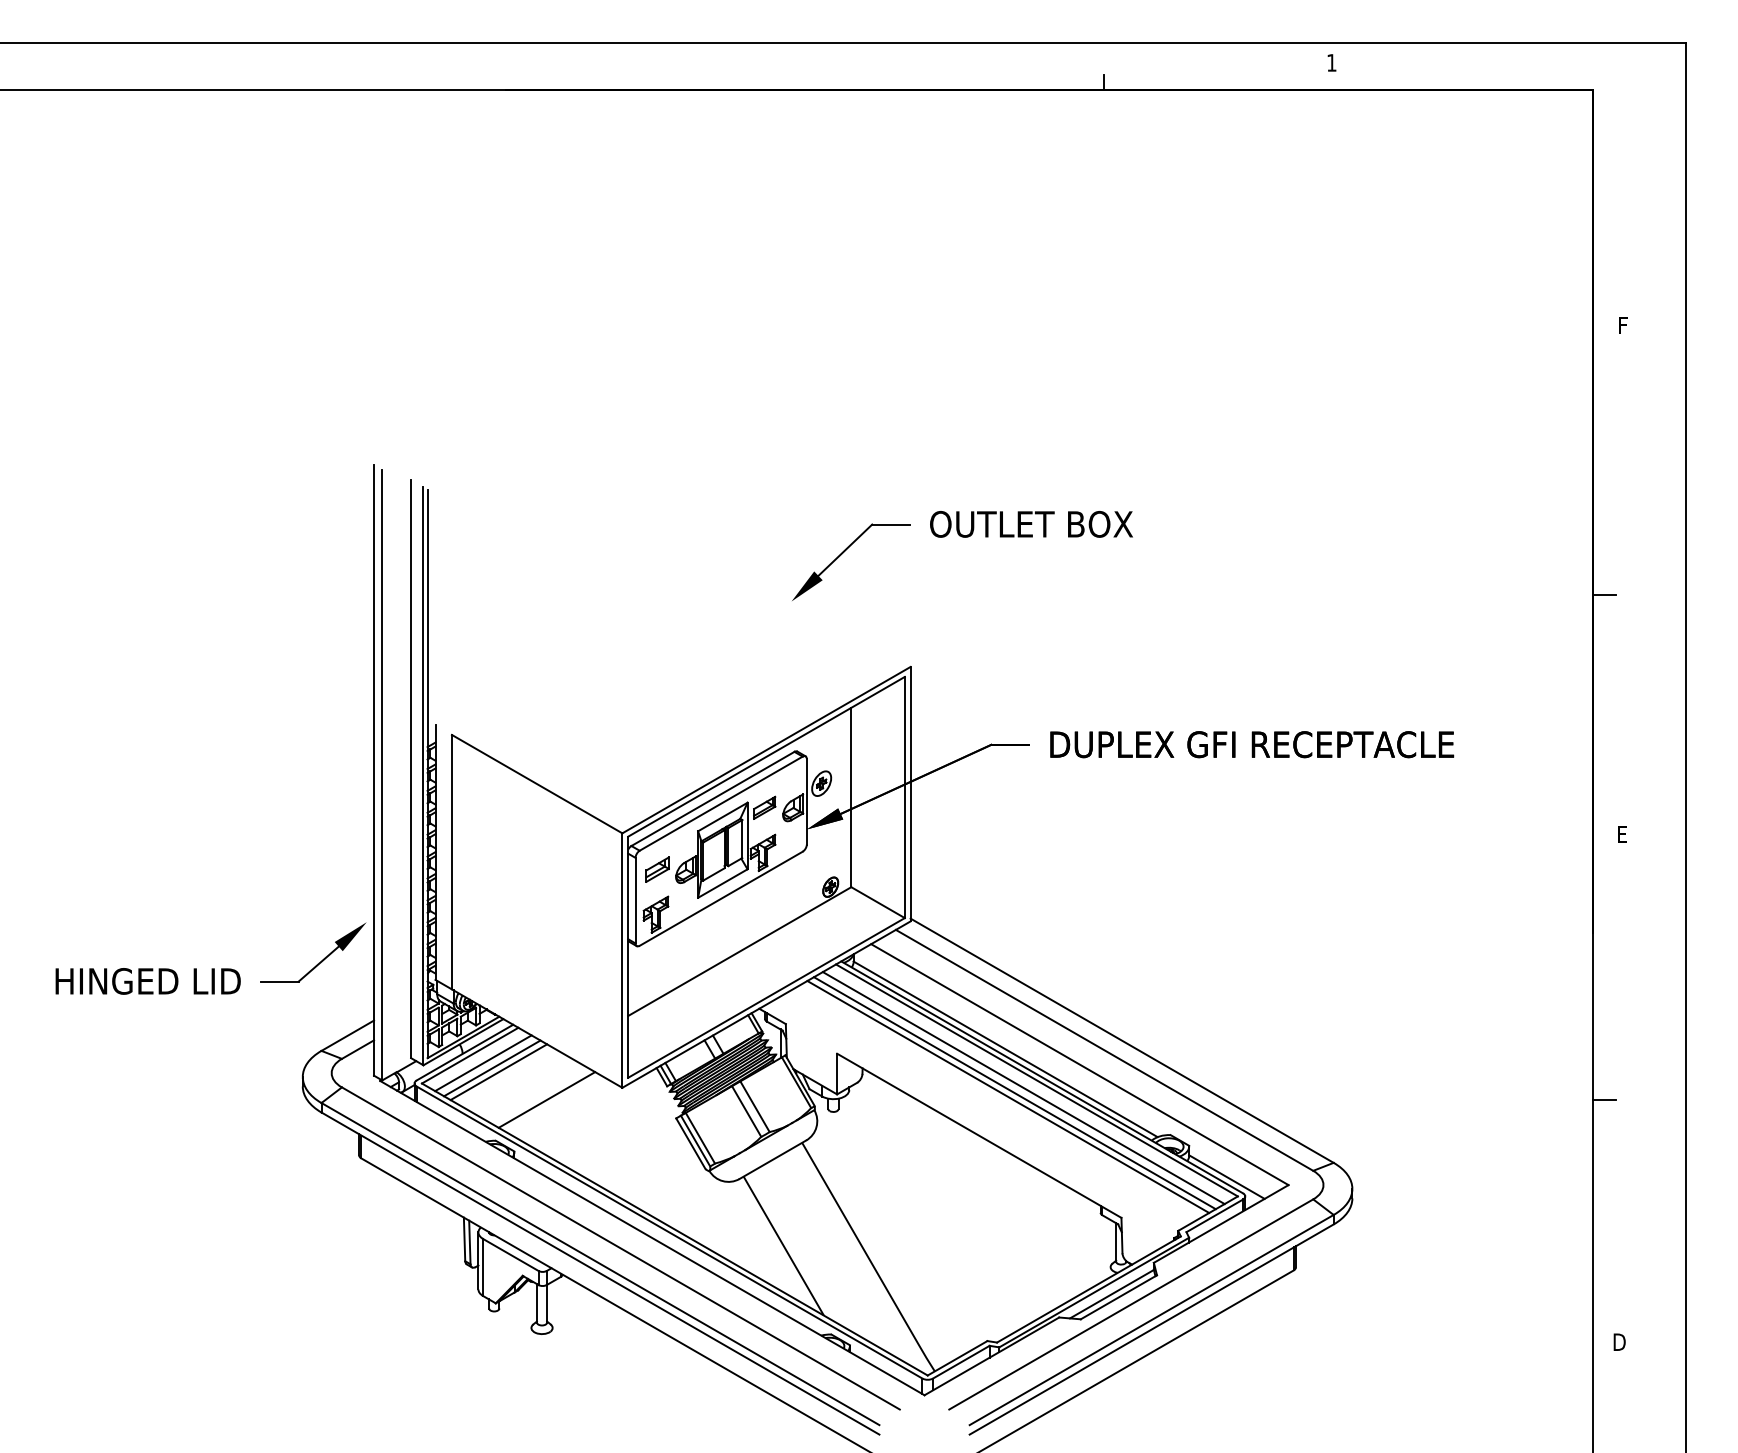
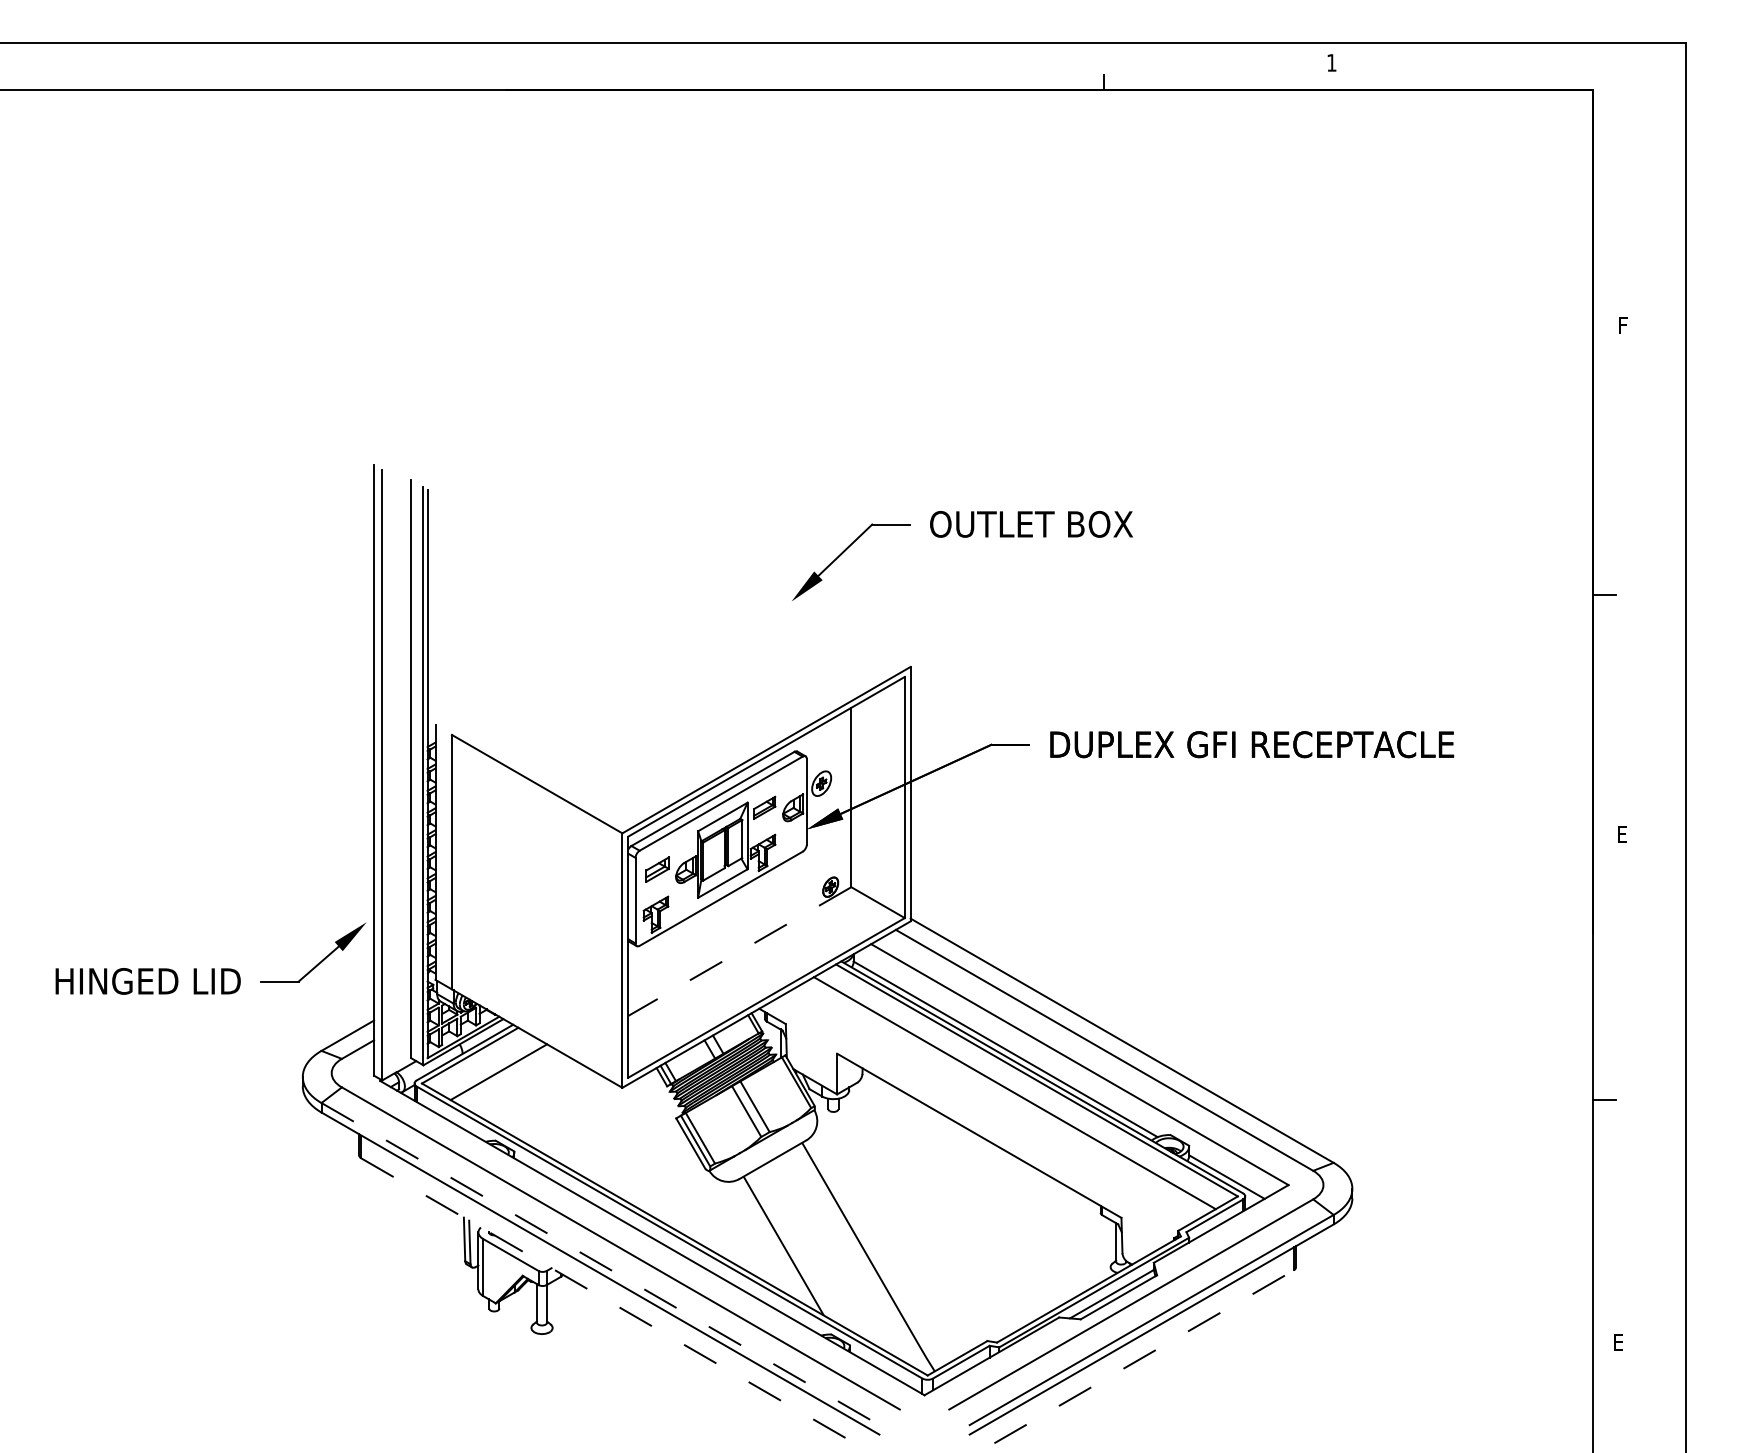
line at (739, 951): solid -> dashed
line at (483, 1063): present -> none
line at (492, 1068): present -> none
line at (1023, 1088): present -> none
line at (1008, 1096): present -> none
line at (546, 1099): present -> none
line at (600, 1264): solid -> dashed
line at (616, 1305): solid -> dashed
text at (1619, 1341): D -> E
line at (1136, 1361): solid -> dashed
